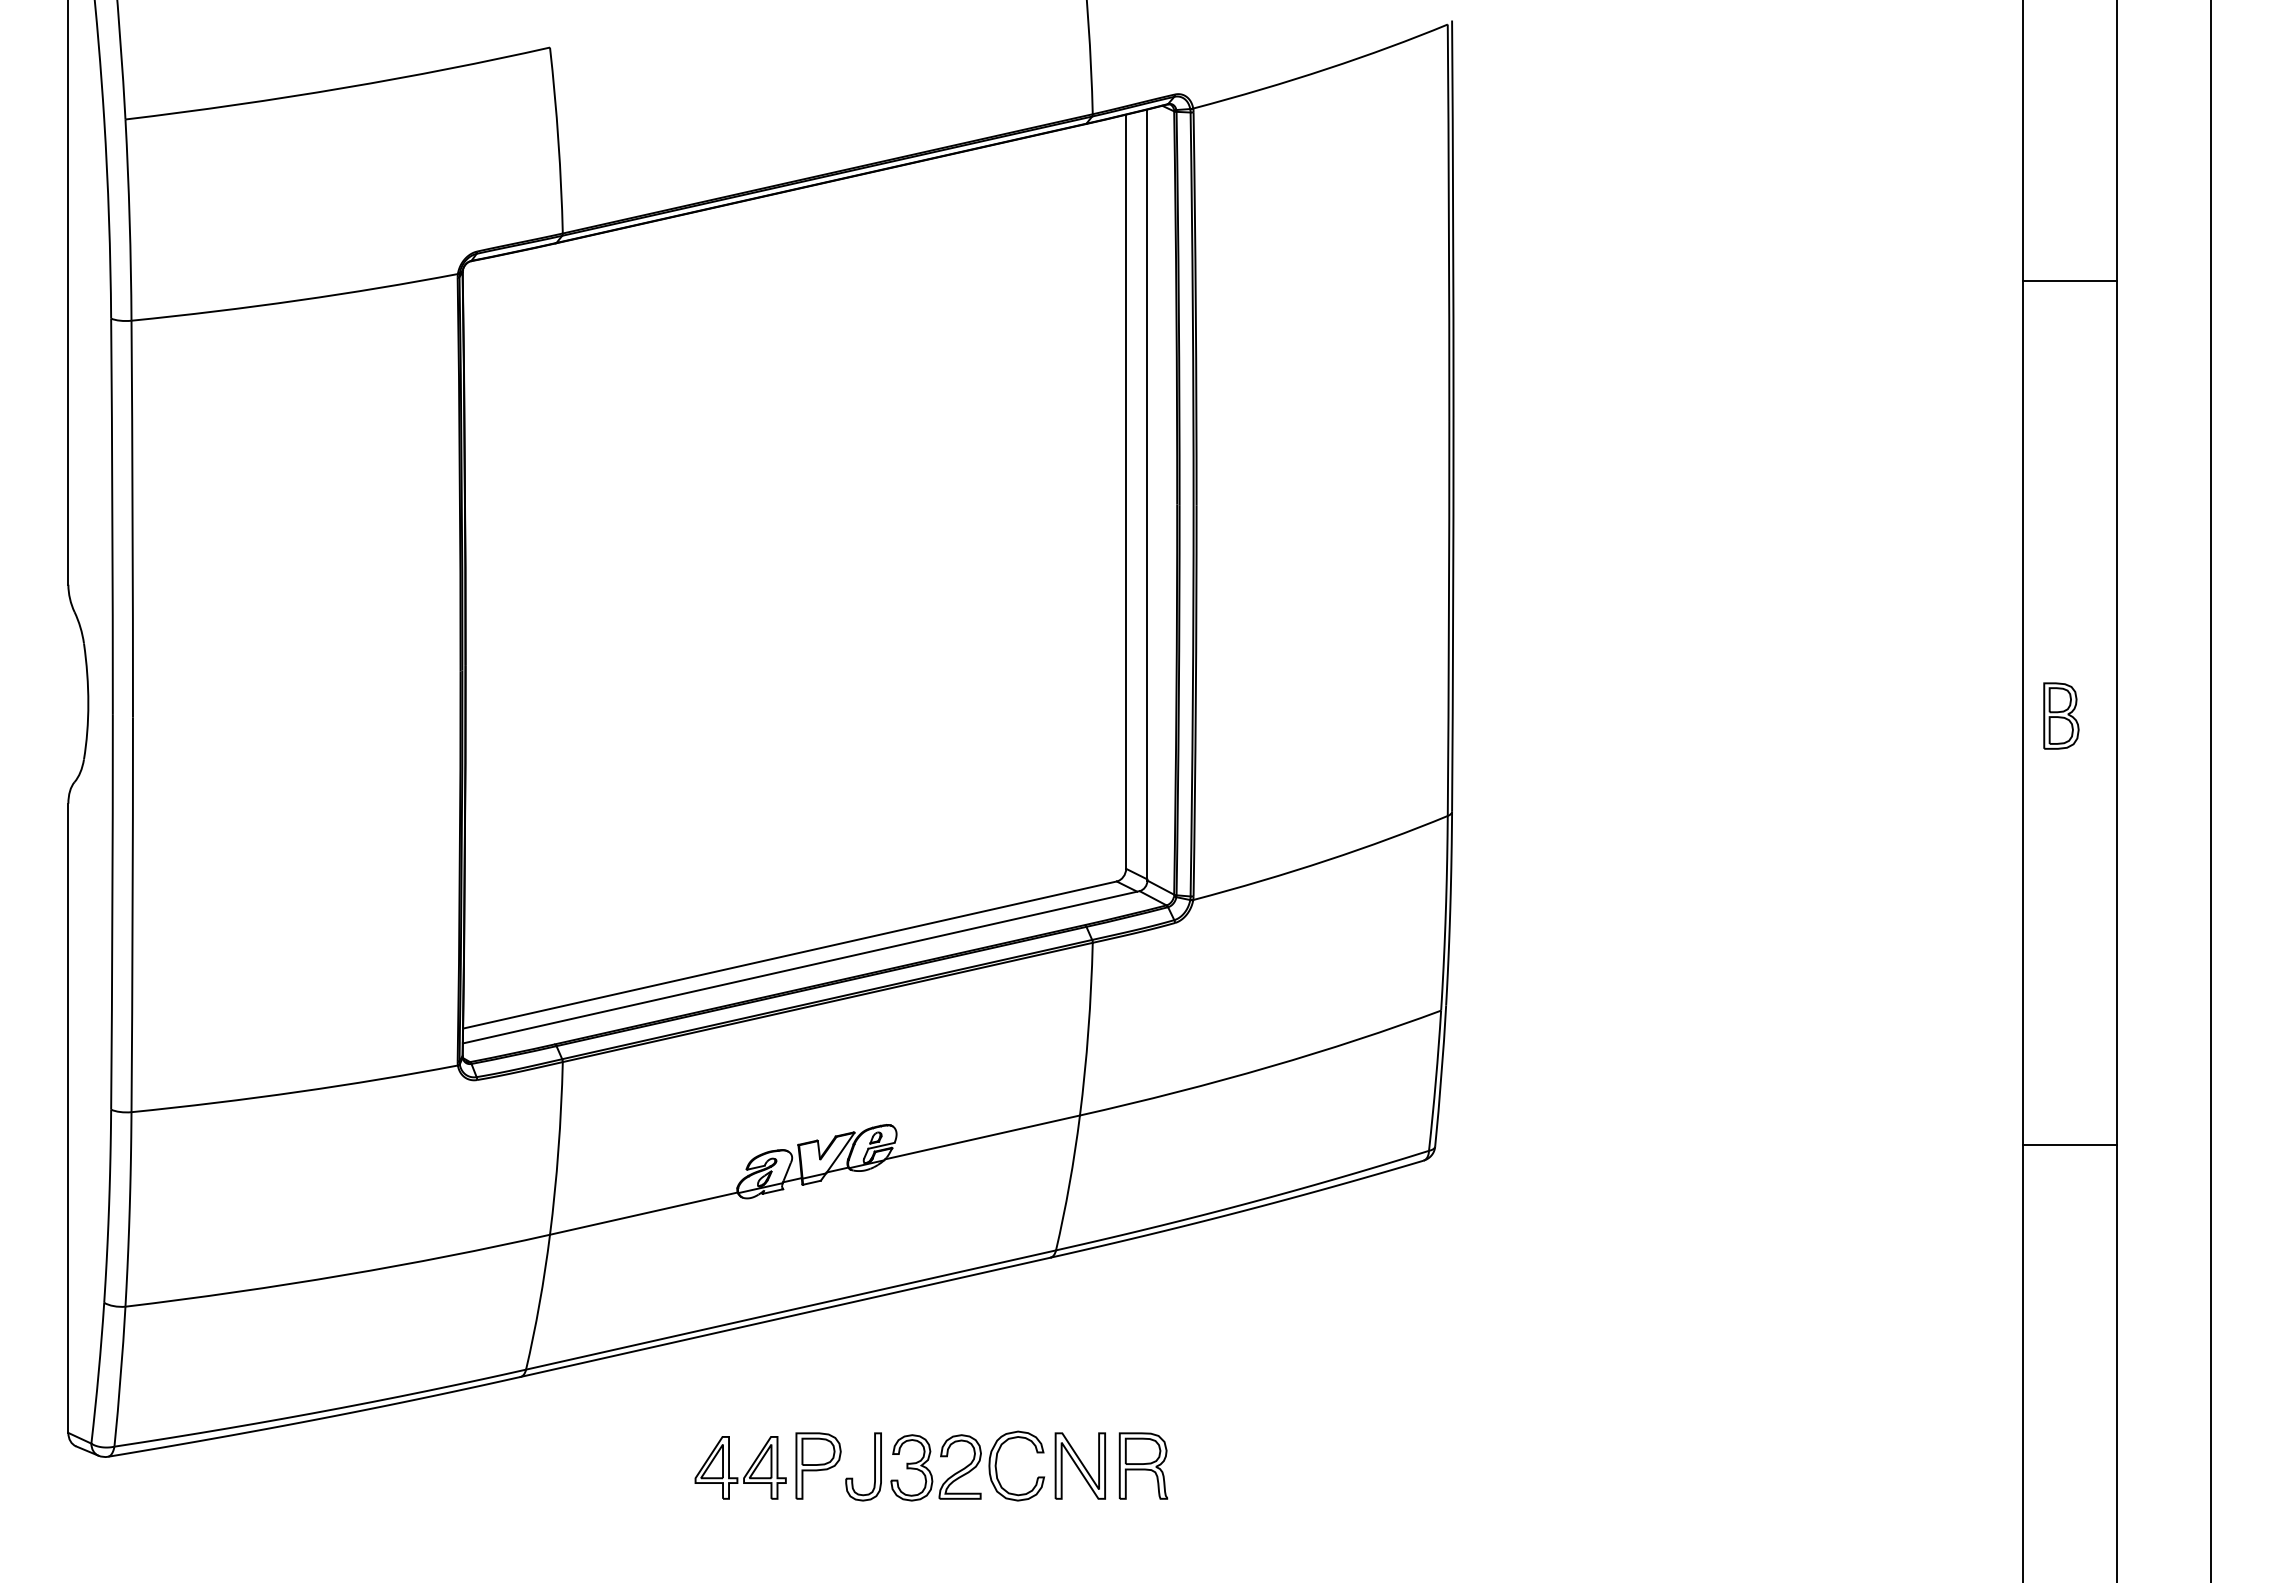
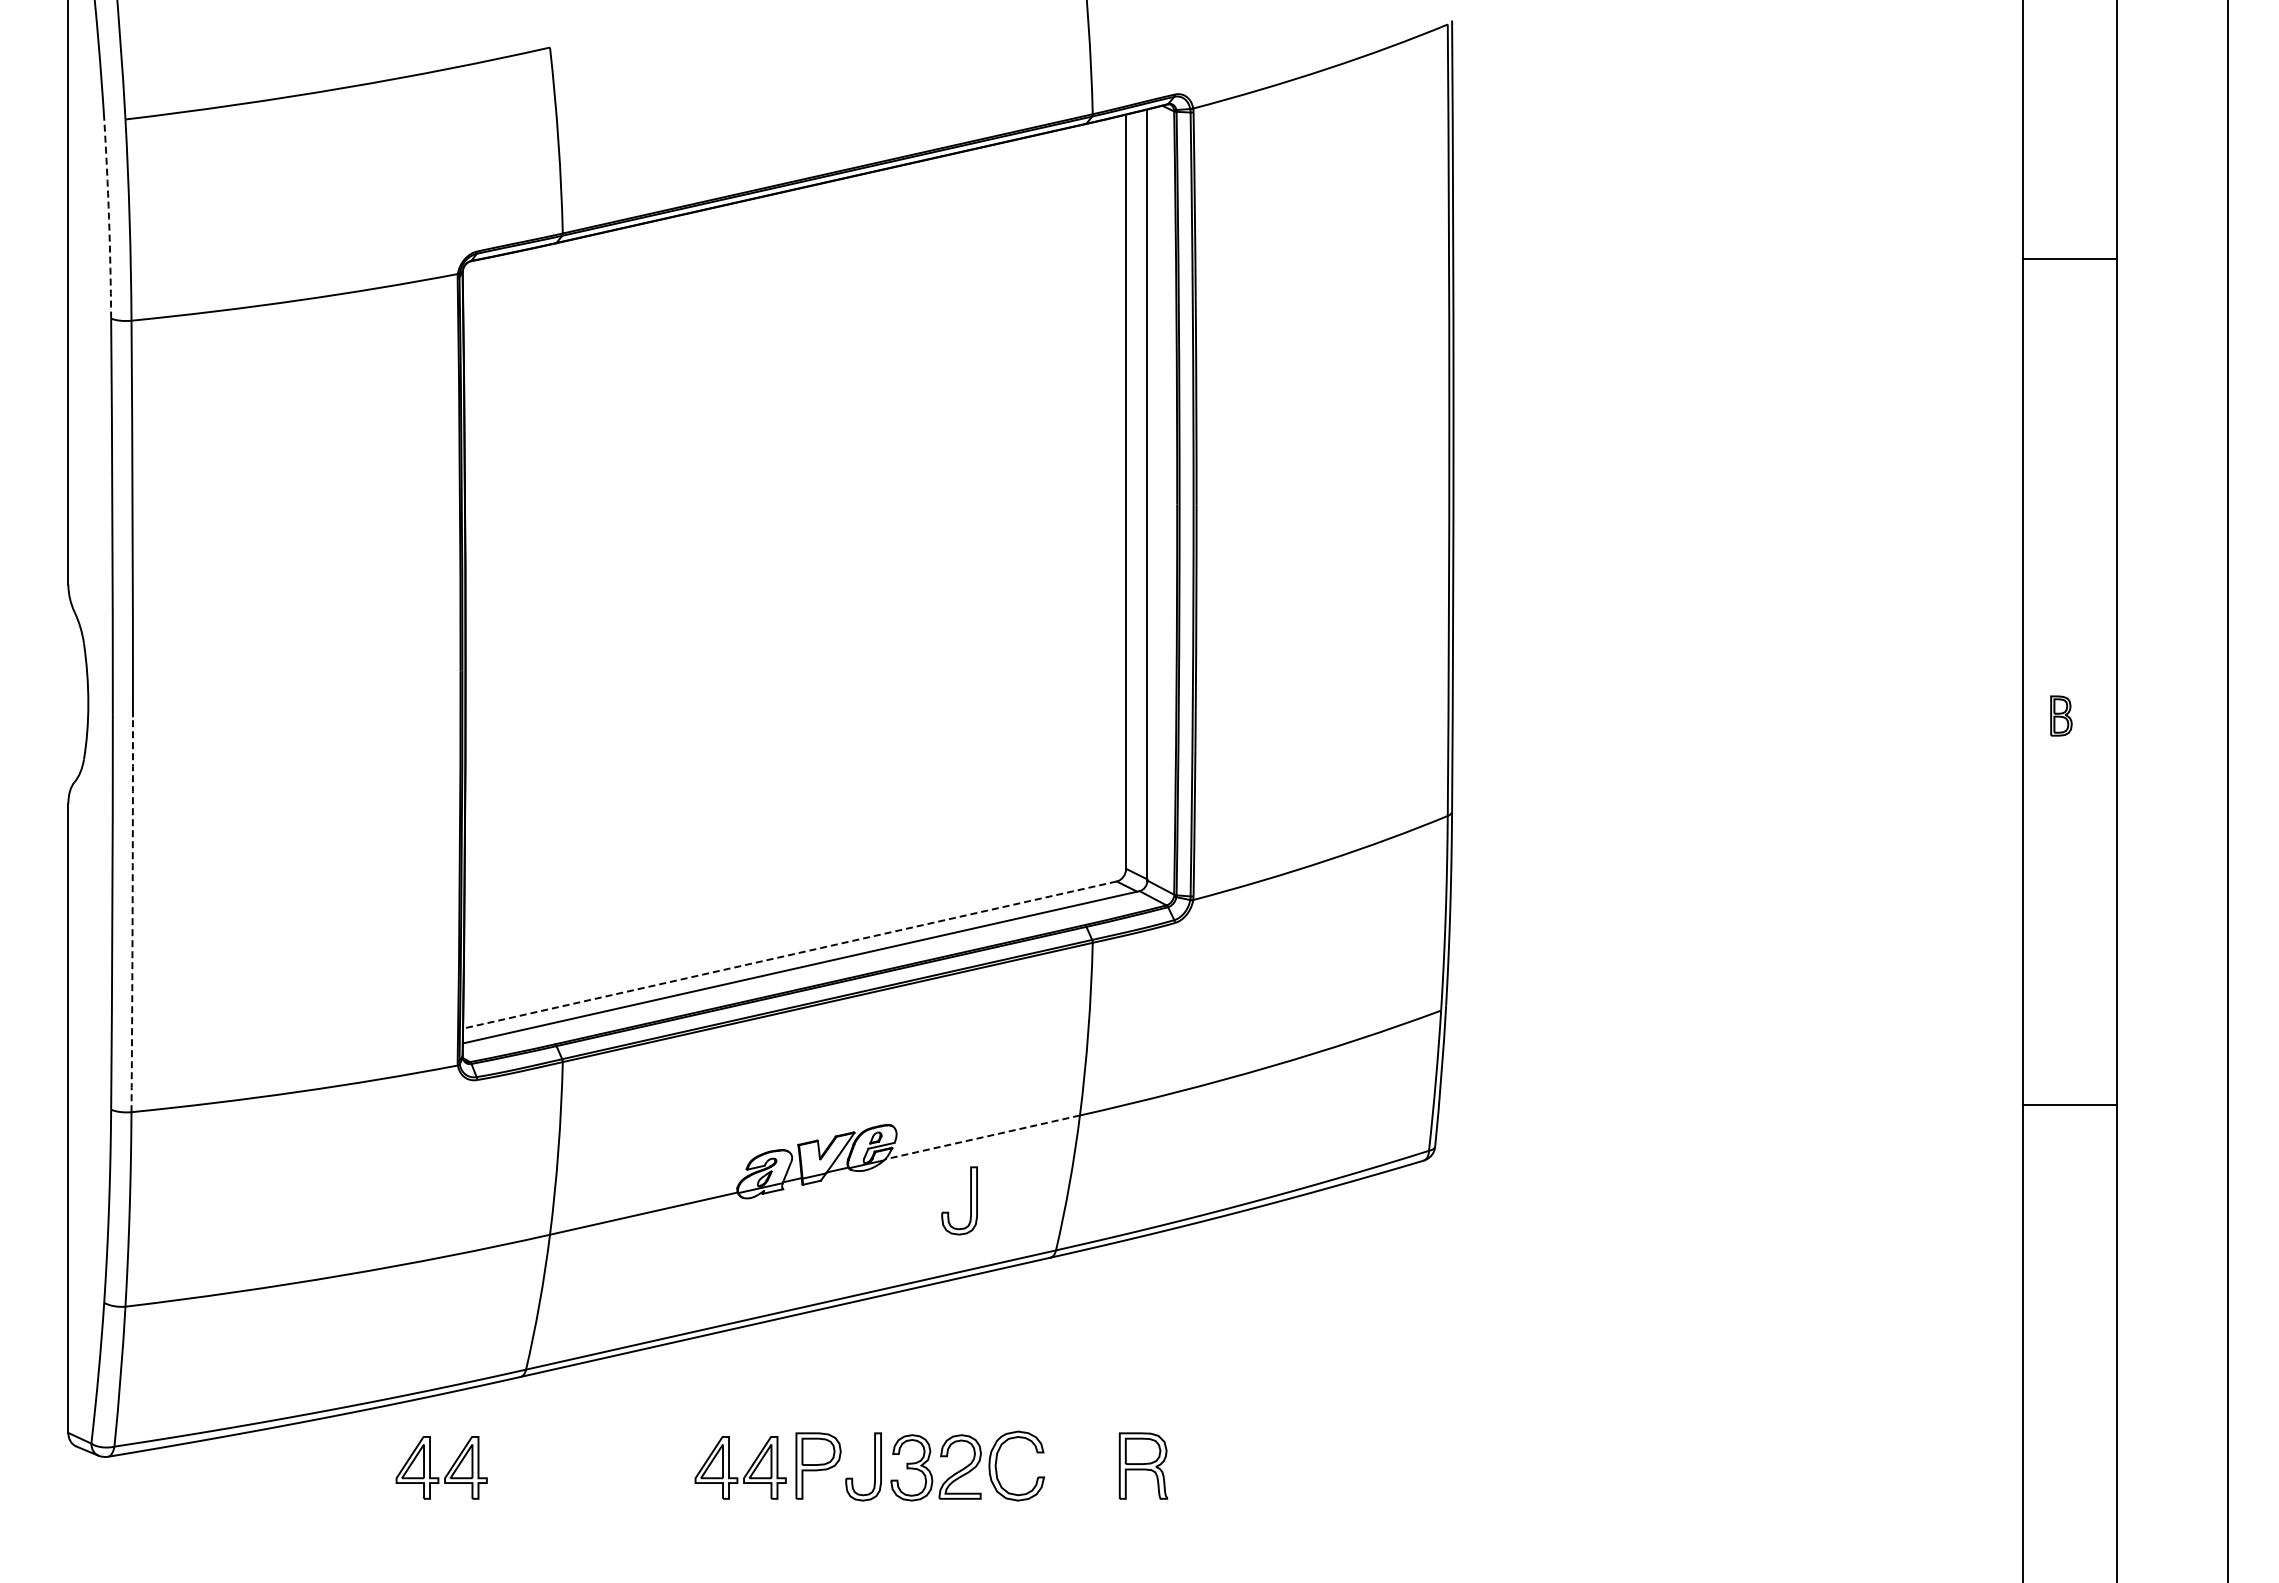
arc at (109, 218): solid -> dashed
line at (2070, 280) position: (2070, 280) -> (2070, 258)
part at (2061, 715) size: 37x68 px -> 23x42 px
line at (2210, 790) position: (2210, 790) -> (2227, 790)
arc at (132, 914): solid -> dashed
line at (789, 955): solid -> dashed
line at (982, 1137): solid -> dashed
line at (2070, 1144) position: (2070, 1144) -> (2070, 1104)
part at (970, 1200): none -> present
part at (1079, 1465): present -> none
part at (447, 1472): none -> present
